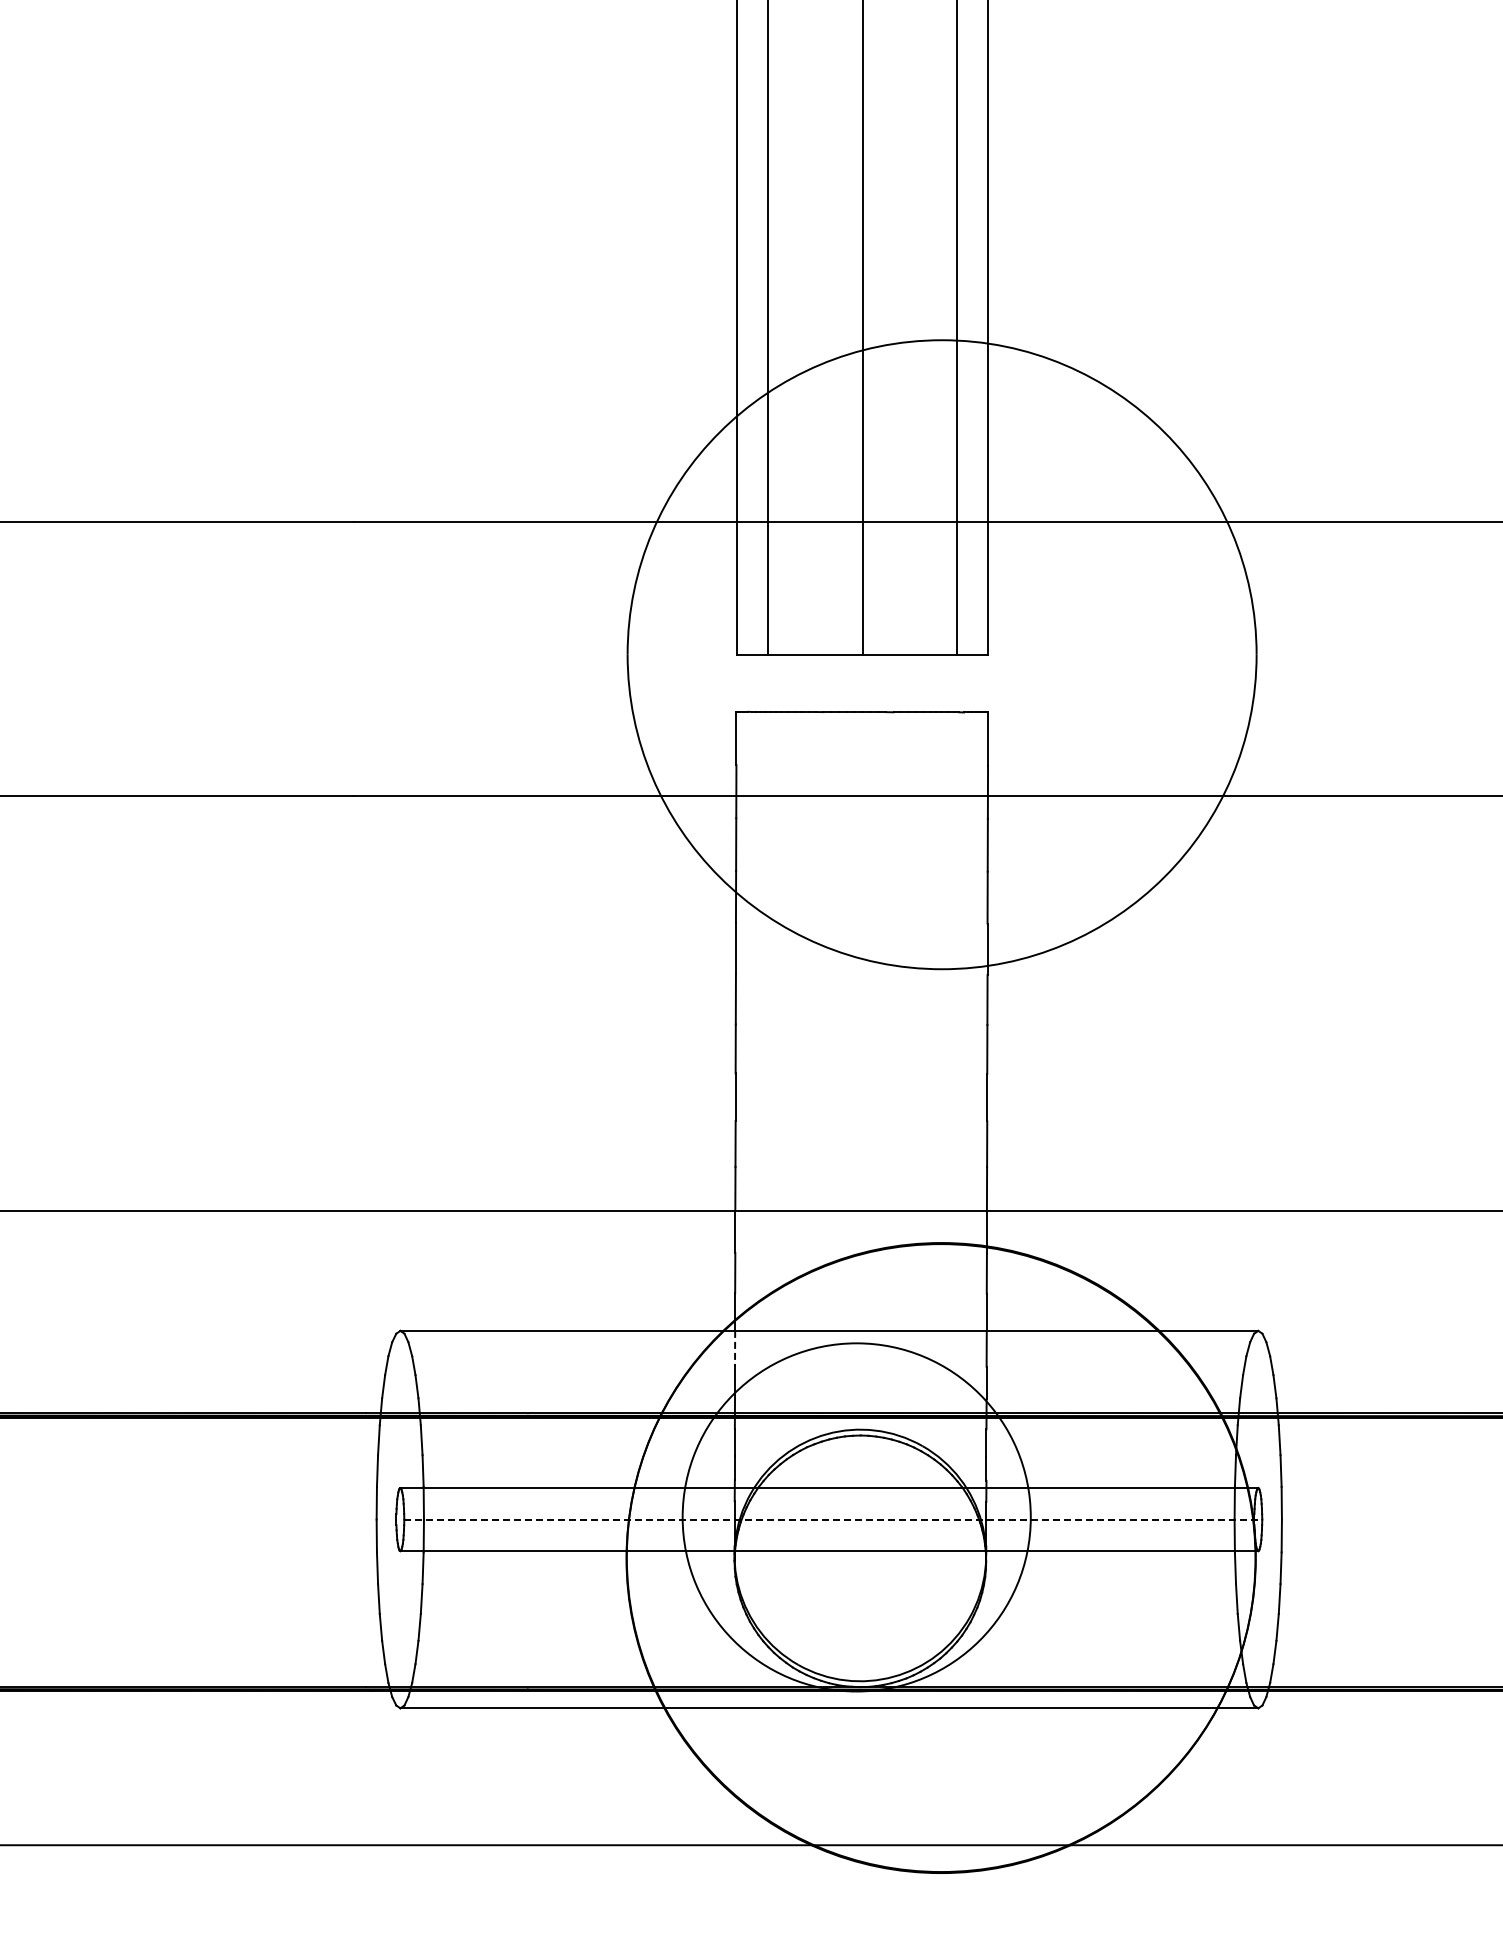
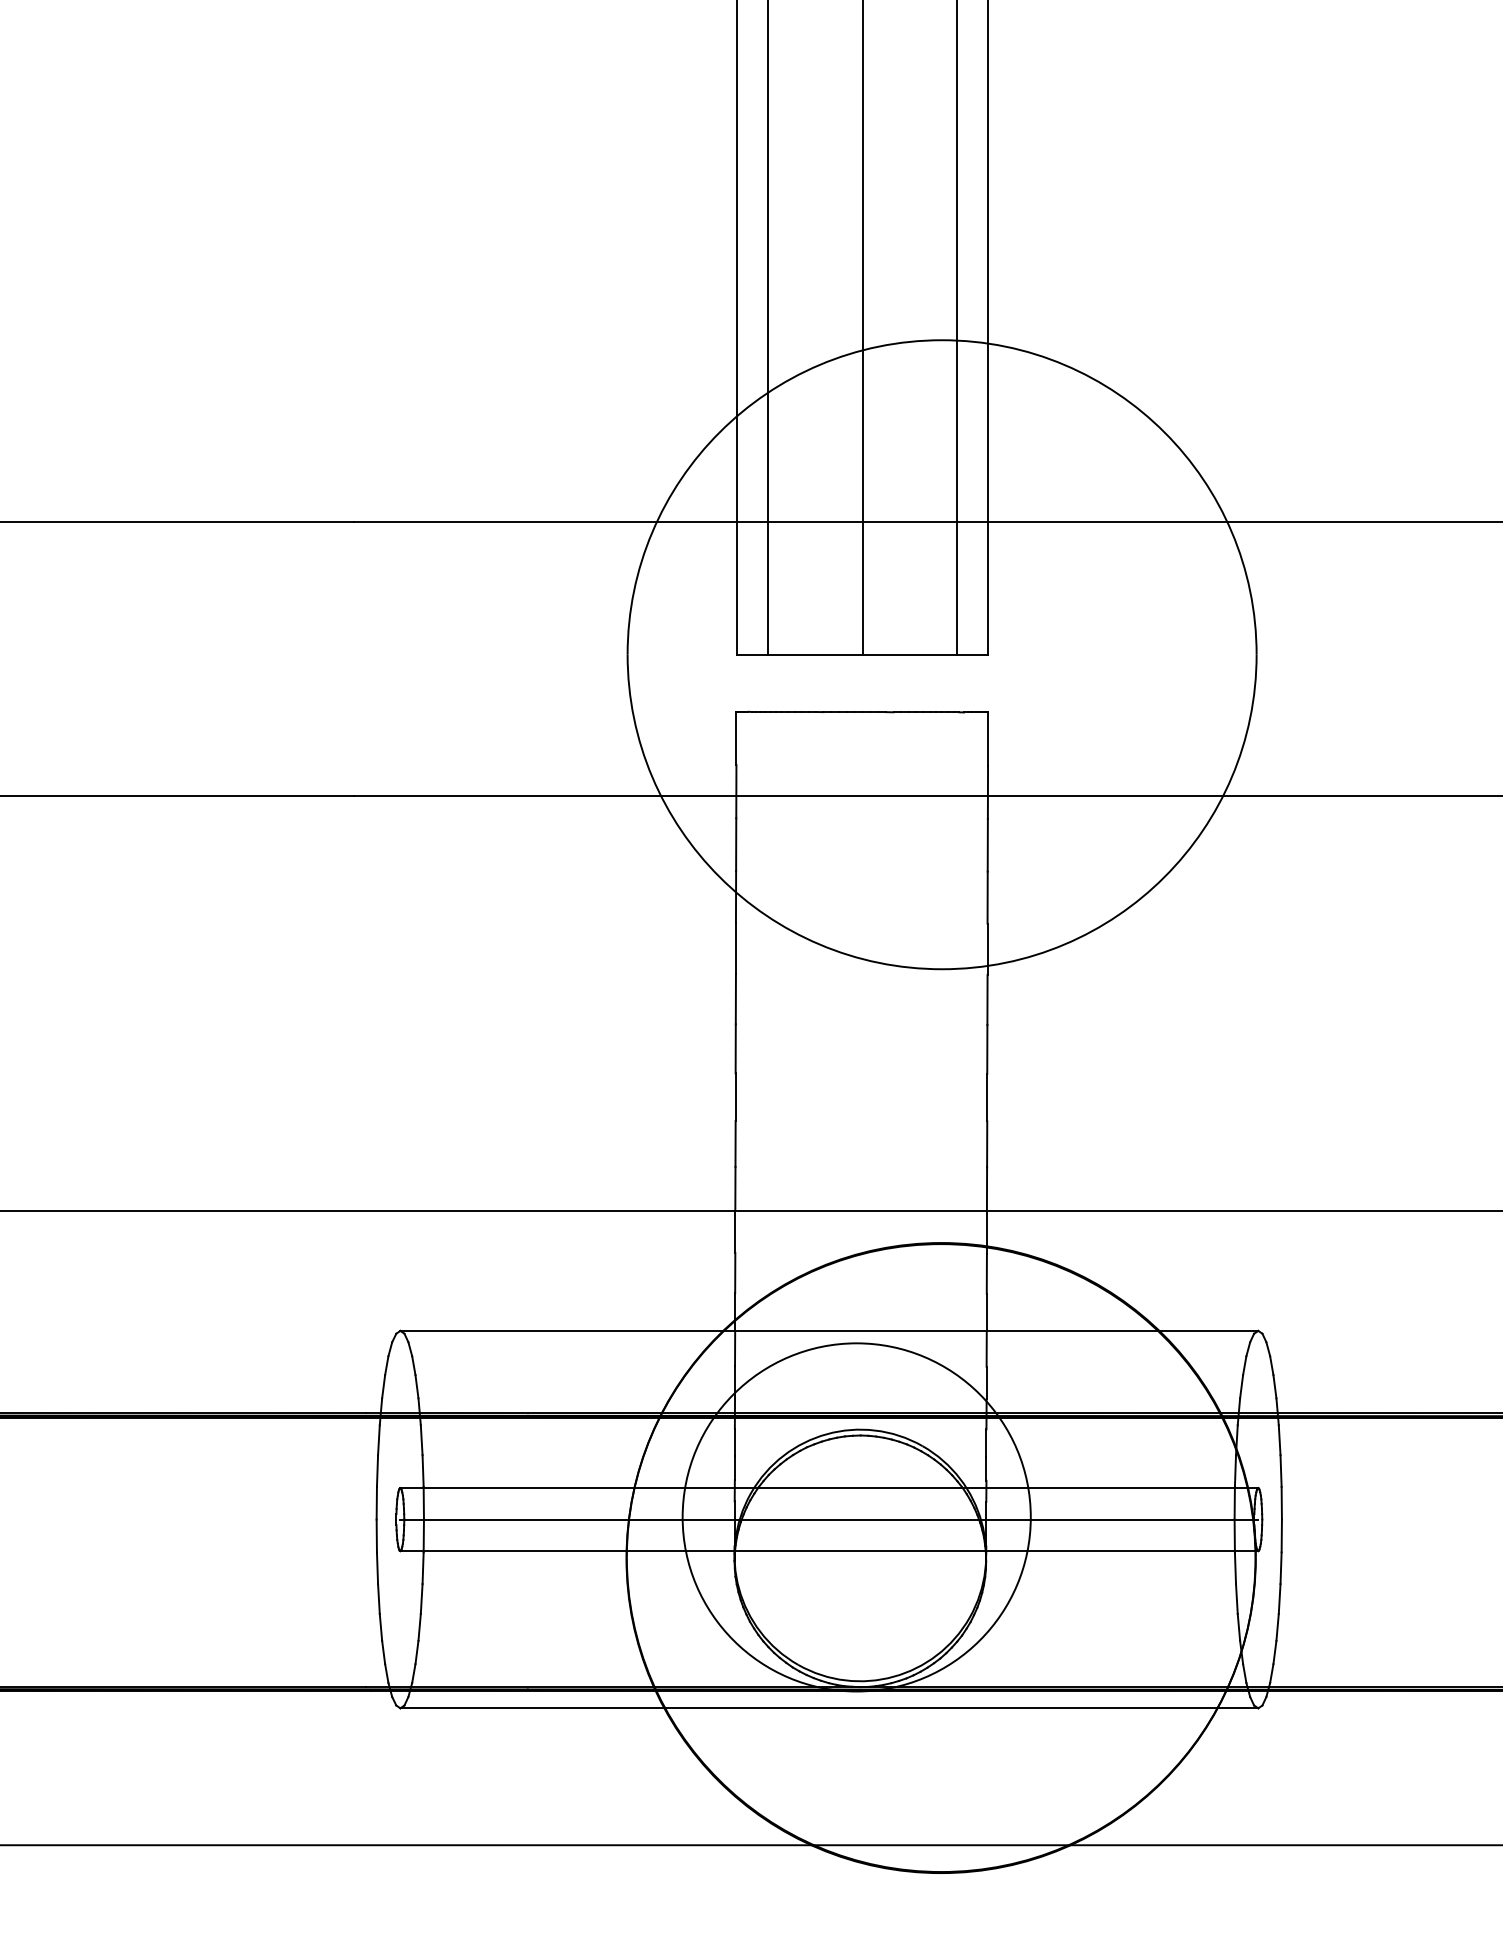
line at (735, 1348): dashed -> solid
line at (829, 1519): dashed -> solid
